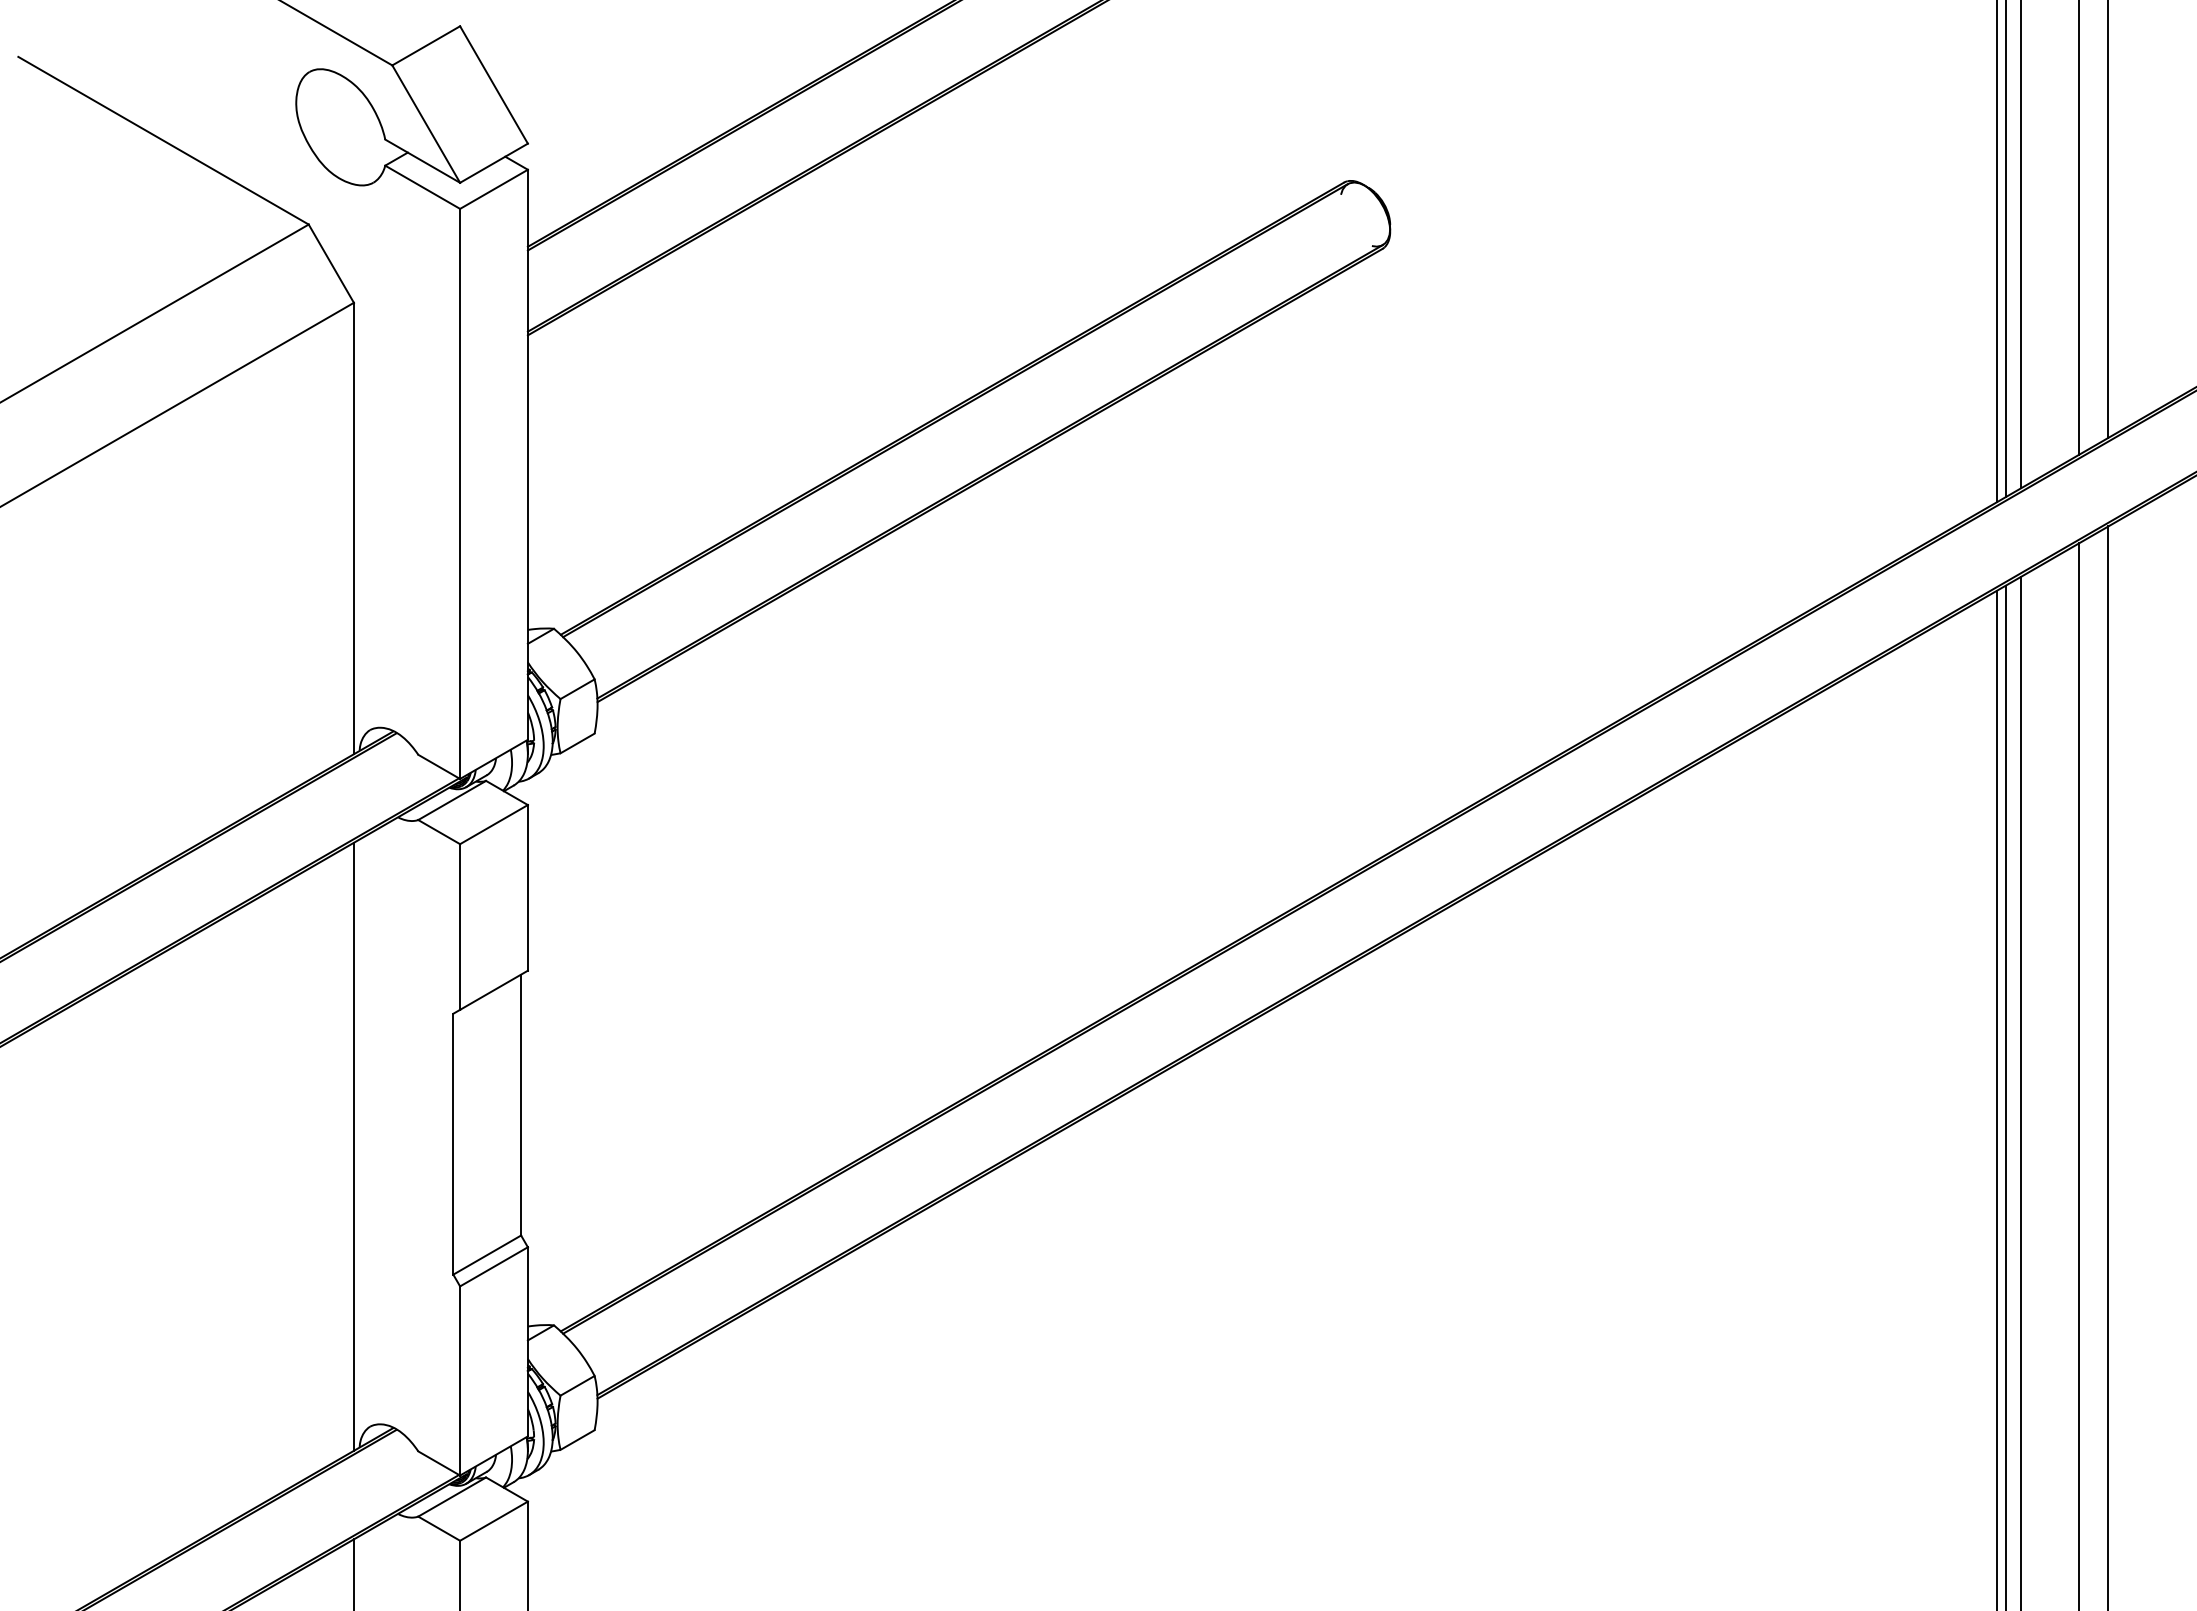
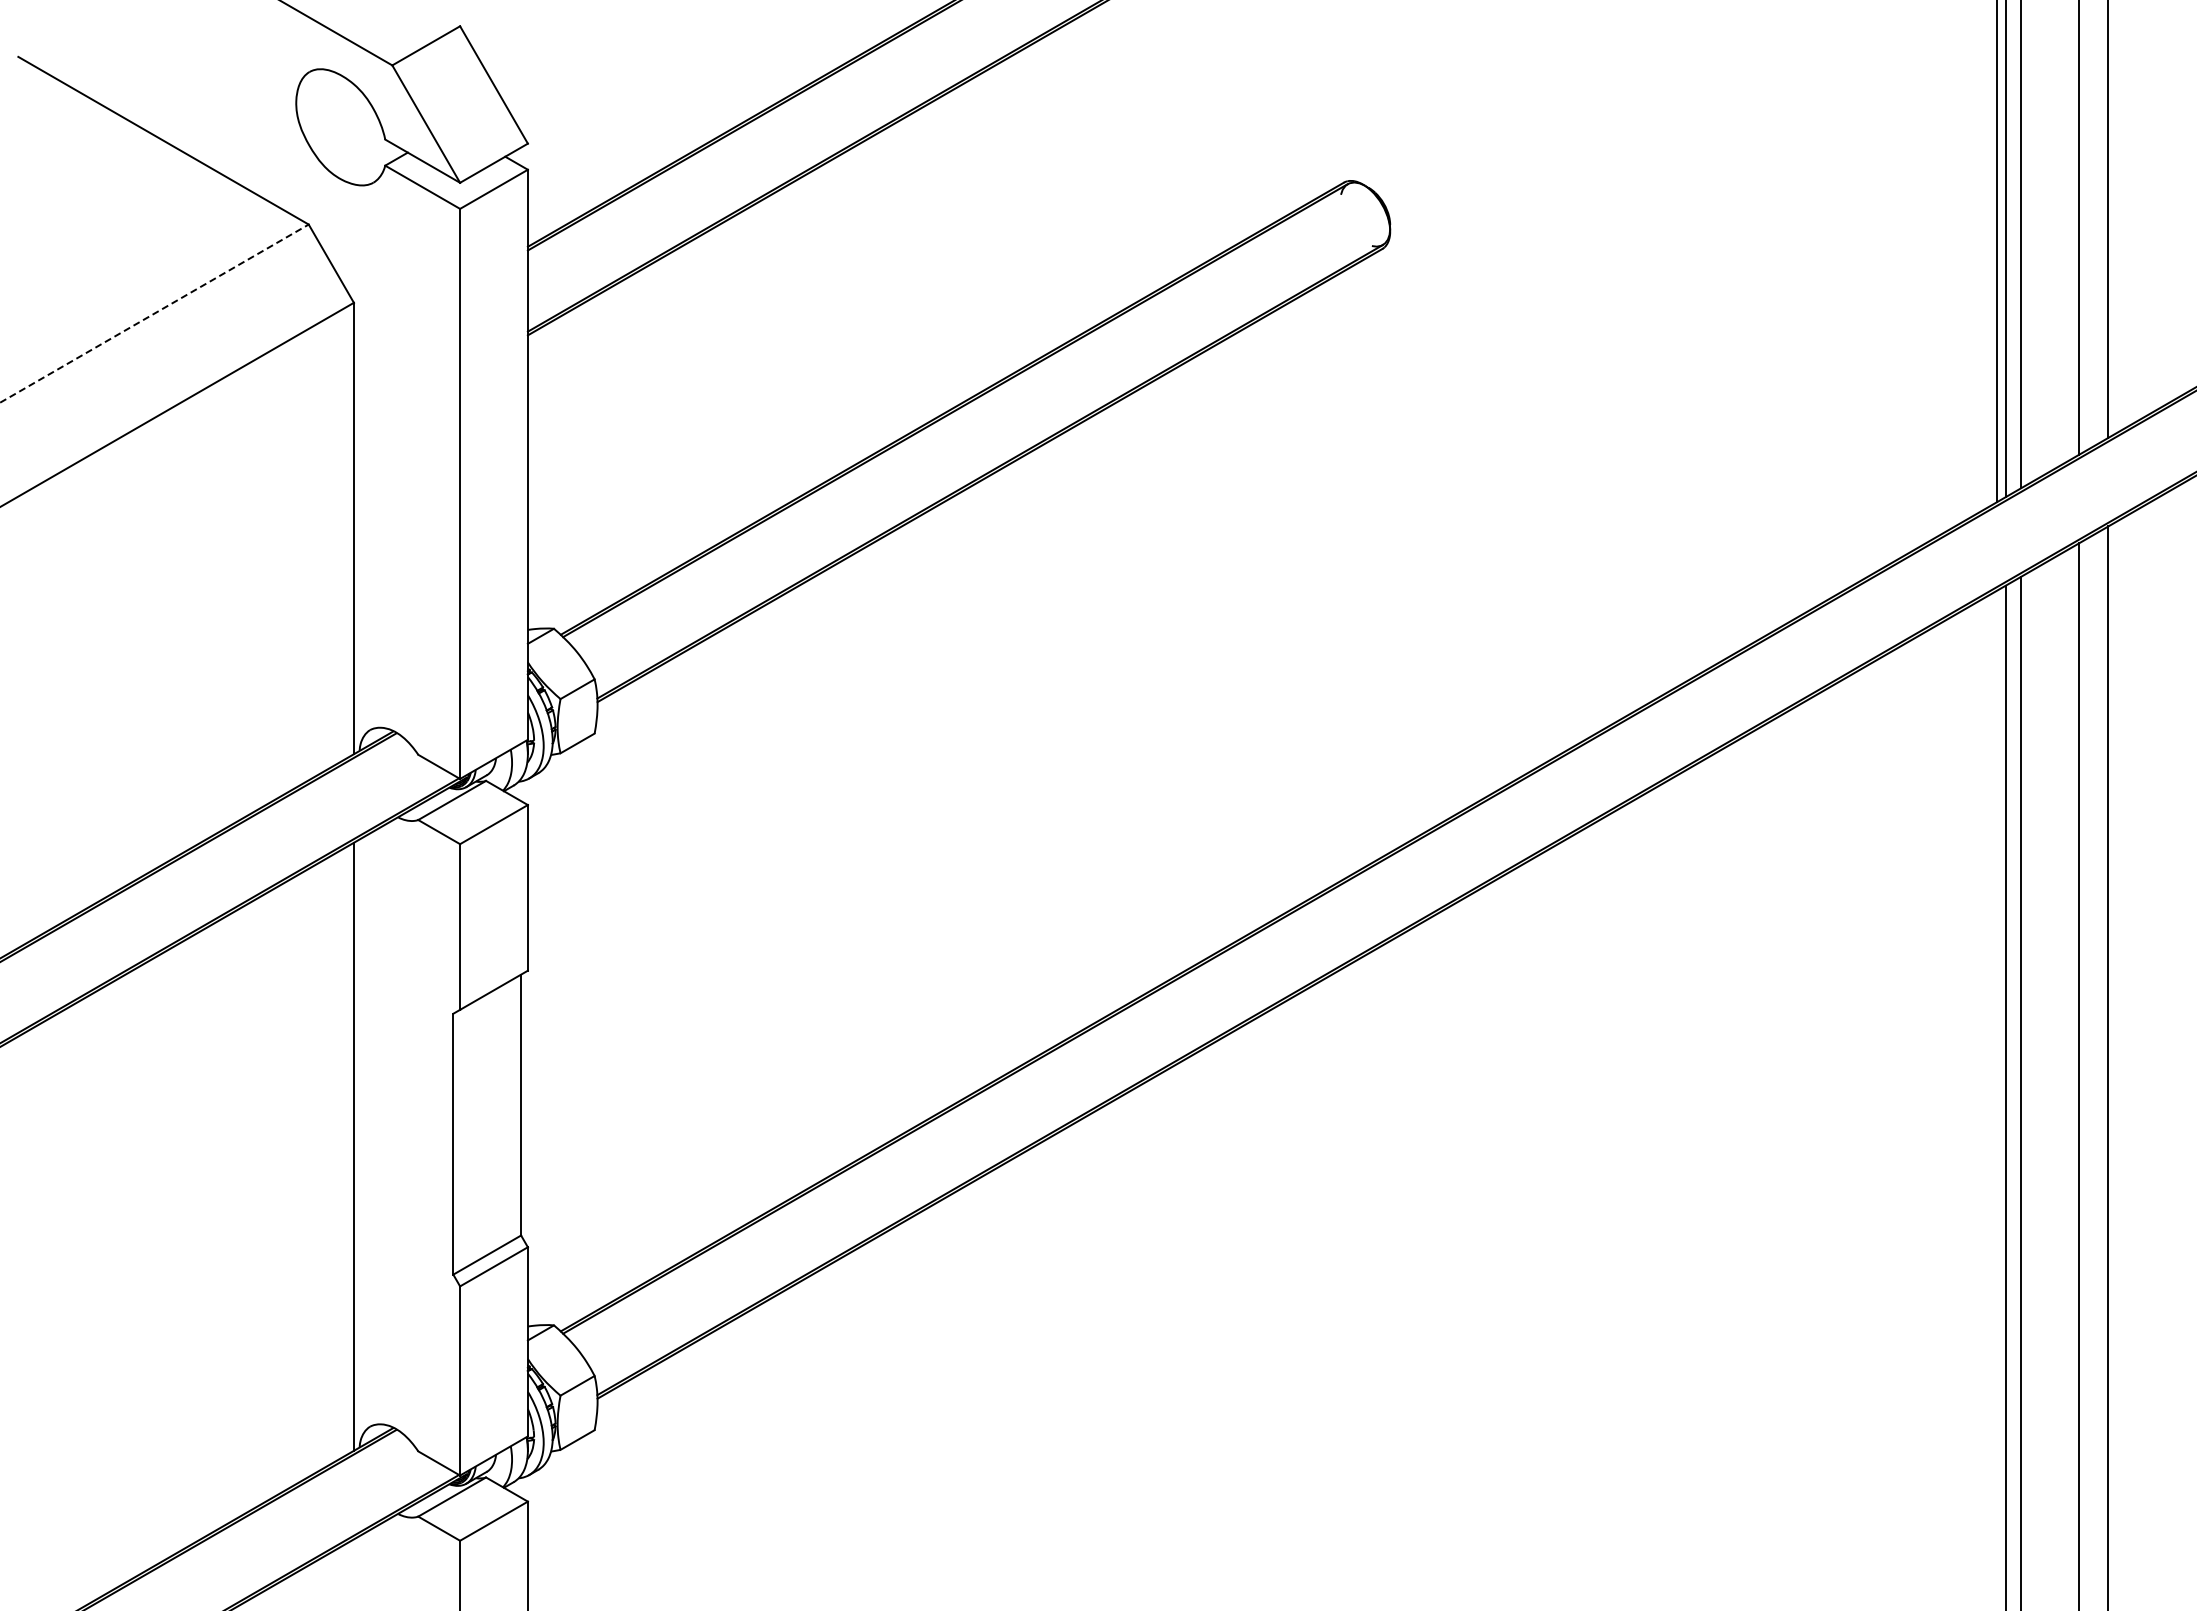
line at (154, 313): solid -> dashed
line at (1996, 1098): present -> none
line at (353, 1573): present -> none
